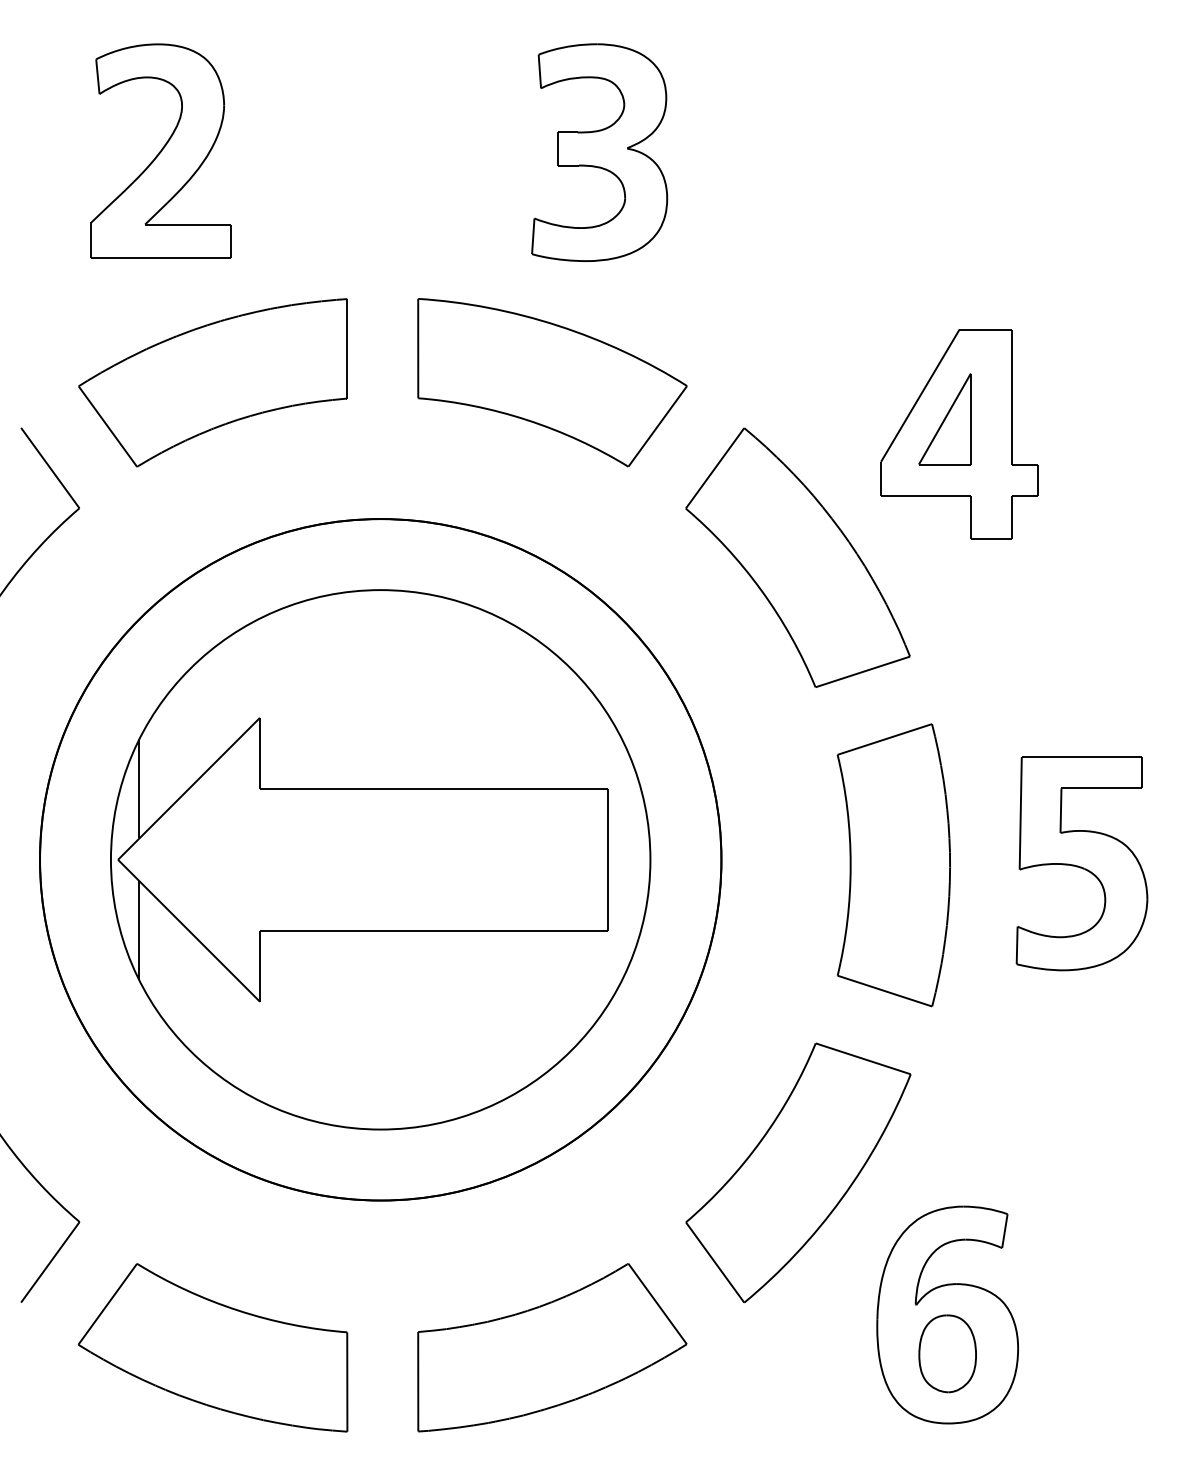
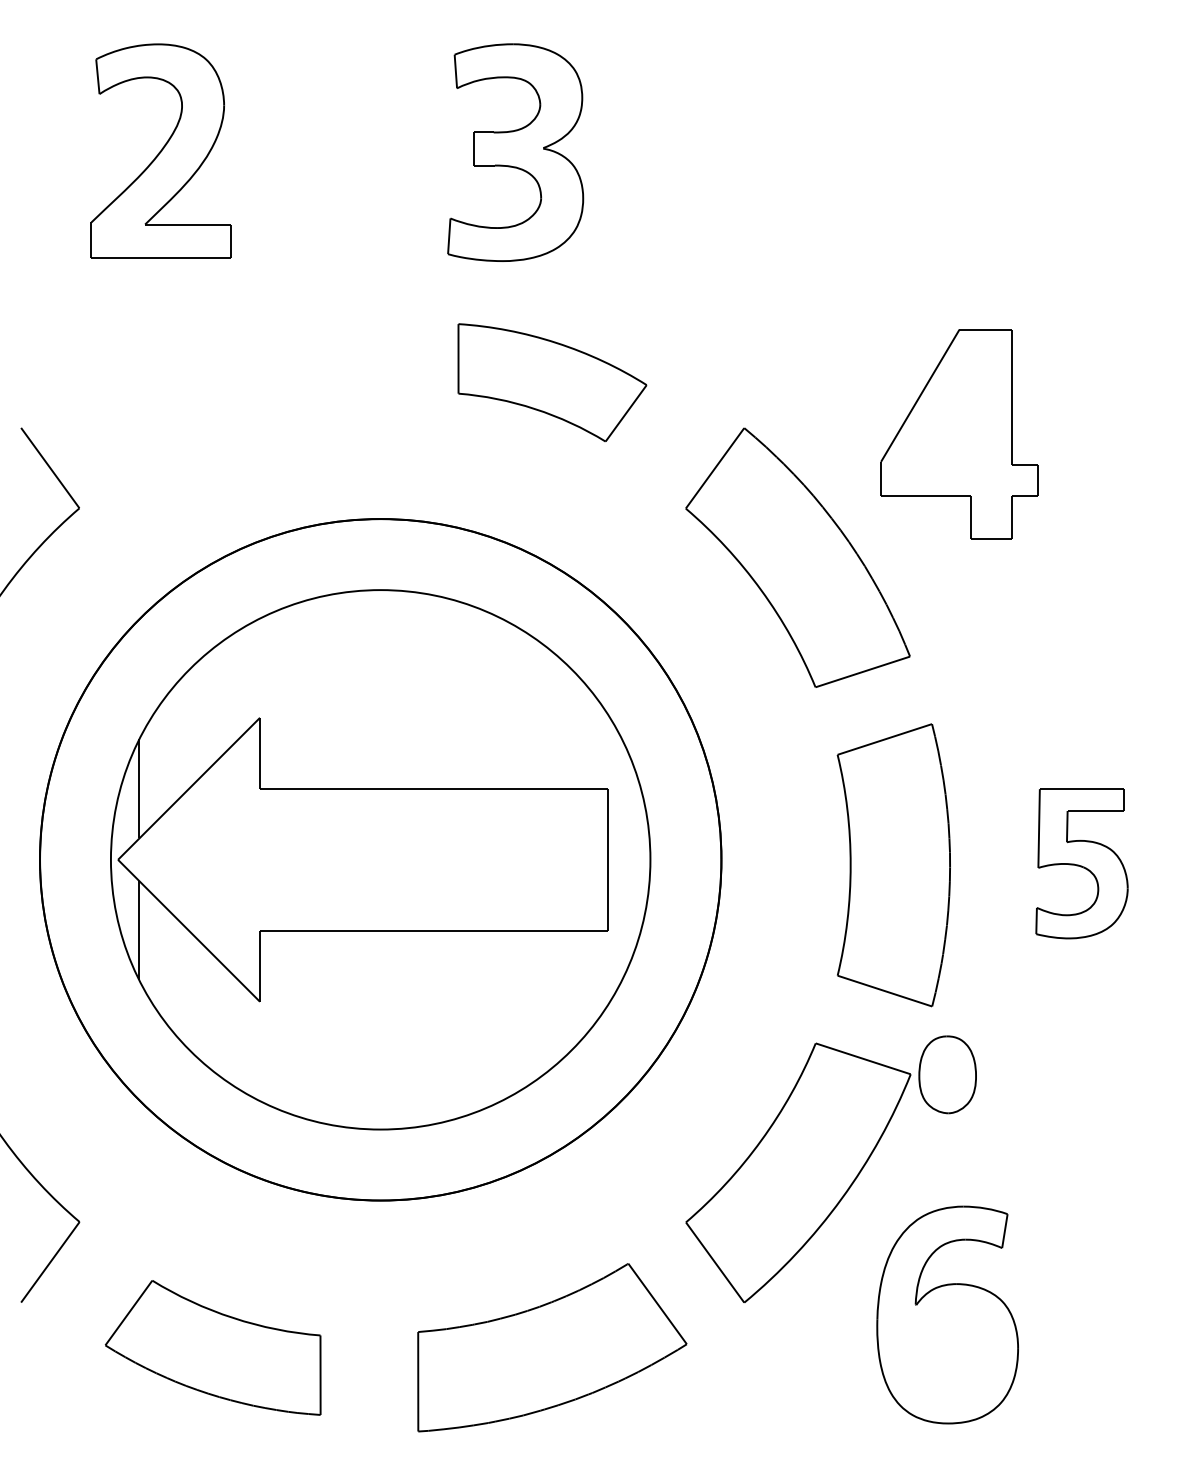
part at (599, 152) position: (599, 152) -> (515, 152)
part at (212, 382): present -> none
part at (552, 382) size: 271x170 px -> 191x120 px
part at (944, 419): present -> none
part at (1081, 863) size: 134x216 px -> 94x152 px
part at (213, 1347) size: 271x170 px -> 218x136 px
part at (947, 1353) position: (947, 1353) -> (947, 1074)
